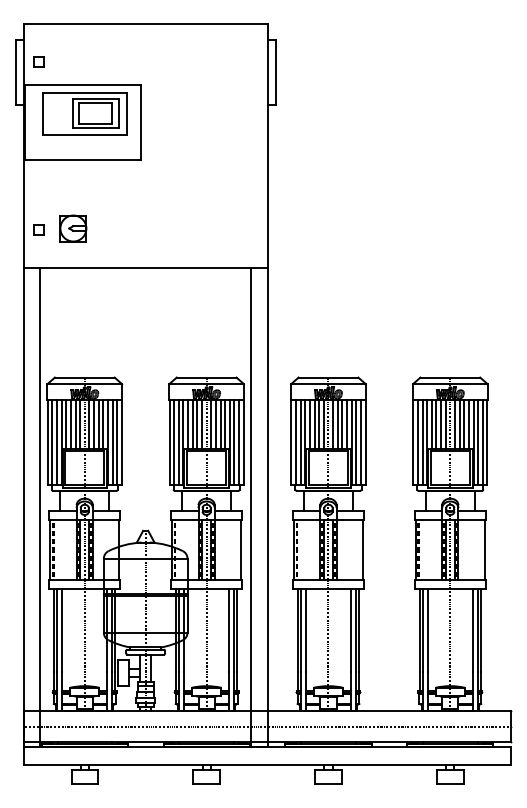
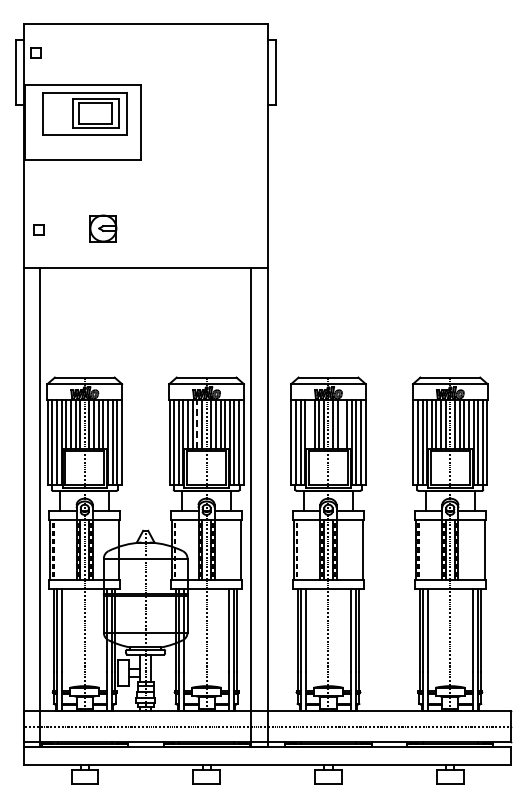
part at (38, 61) position: (38, 61) -> (35, 52)
part at (73, 228) position: (73, 228) -> (103, 228)
line at (197, 423): solid -> dashed
line at (309, 424): present -> none
line at (342, 424): present -> none
